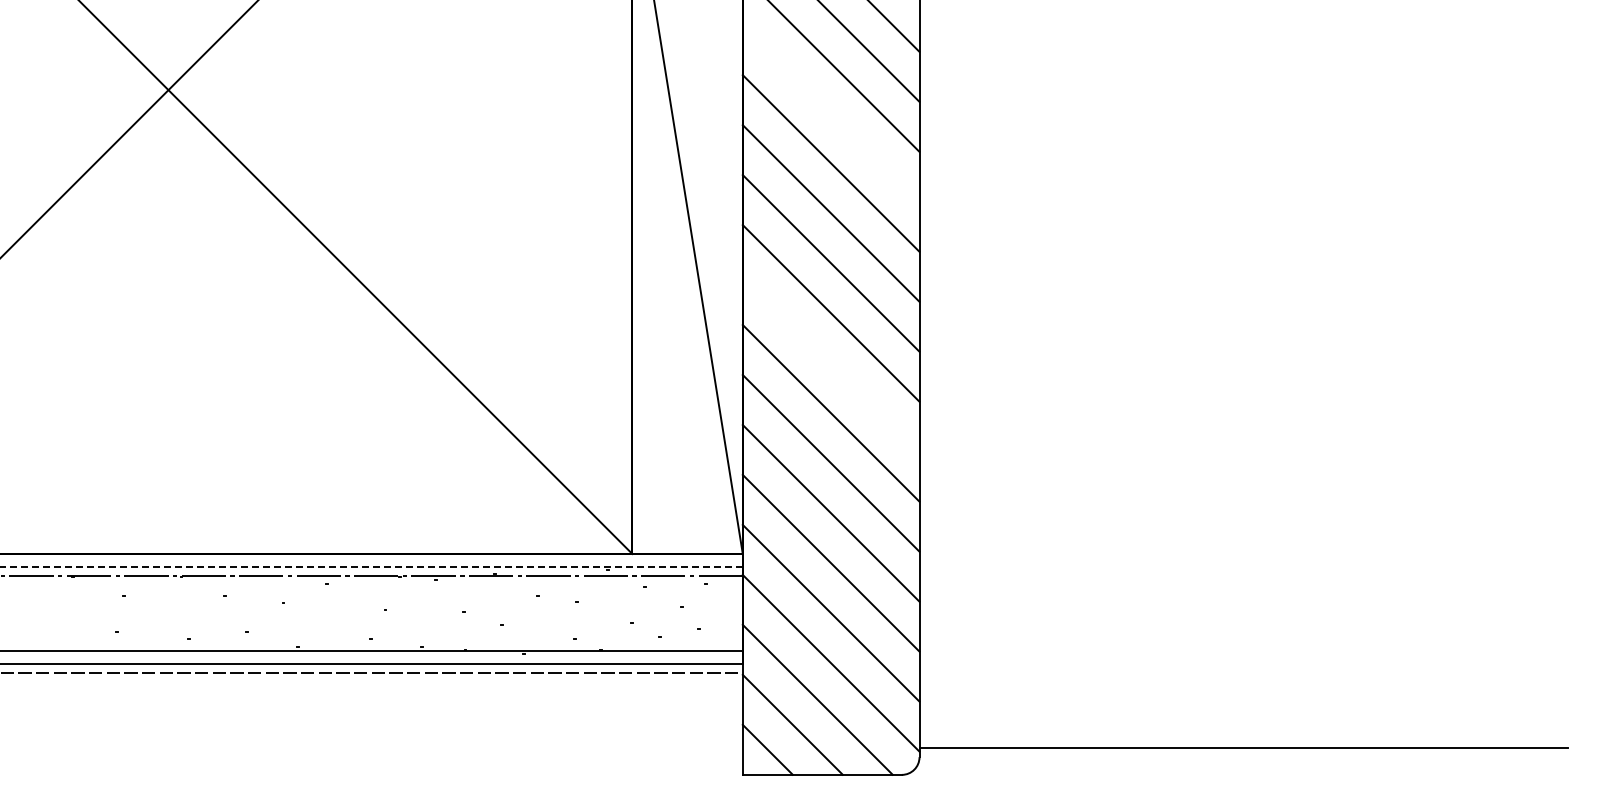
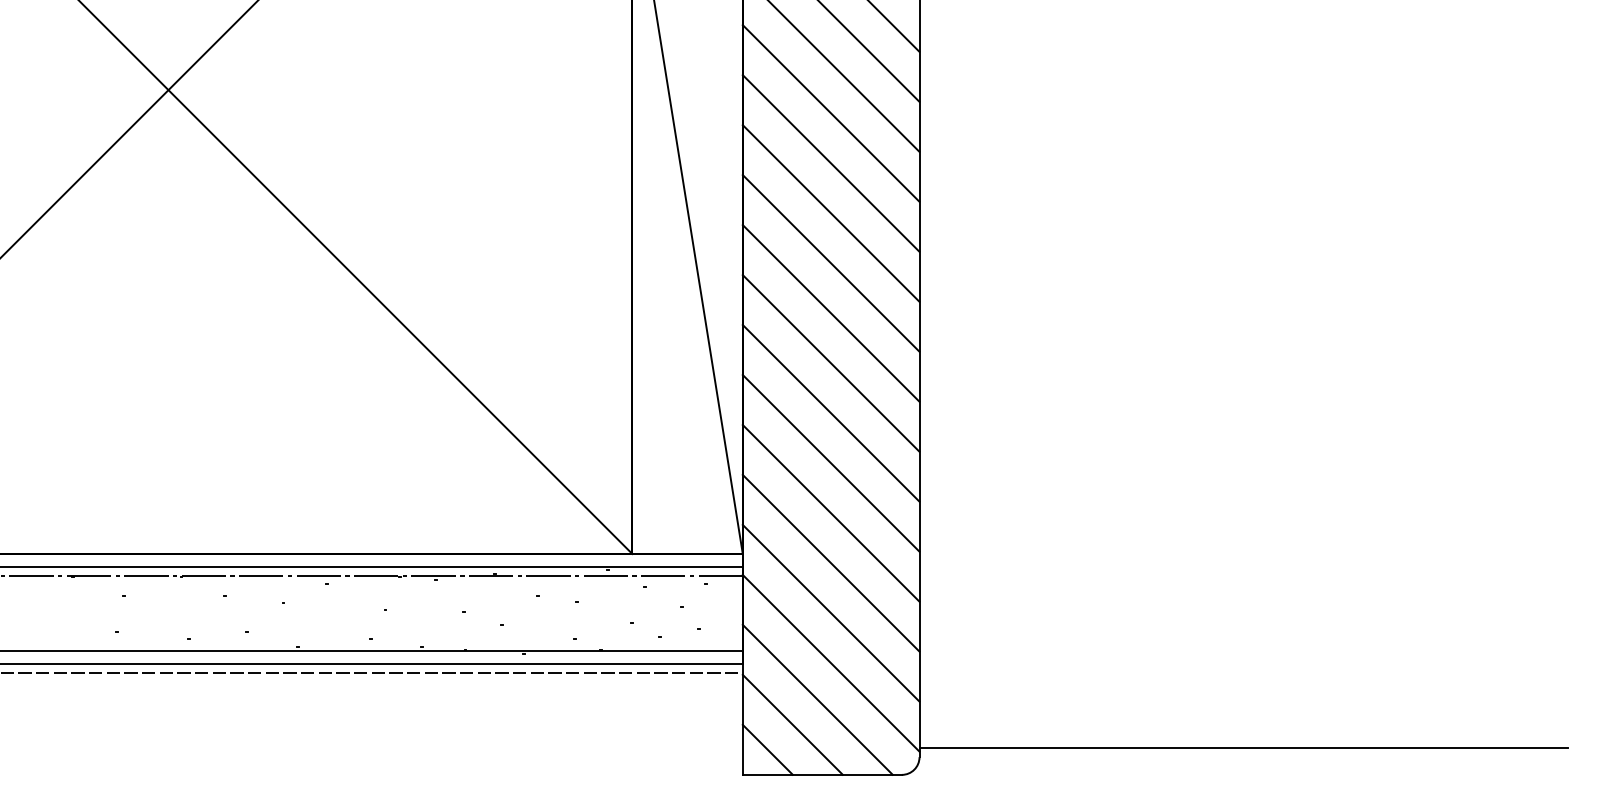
line at (830, 113): none -> present
line at (830, 363): none -> present
line at (372, 567): dashed -> solid
